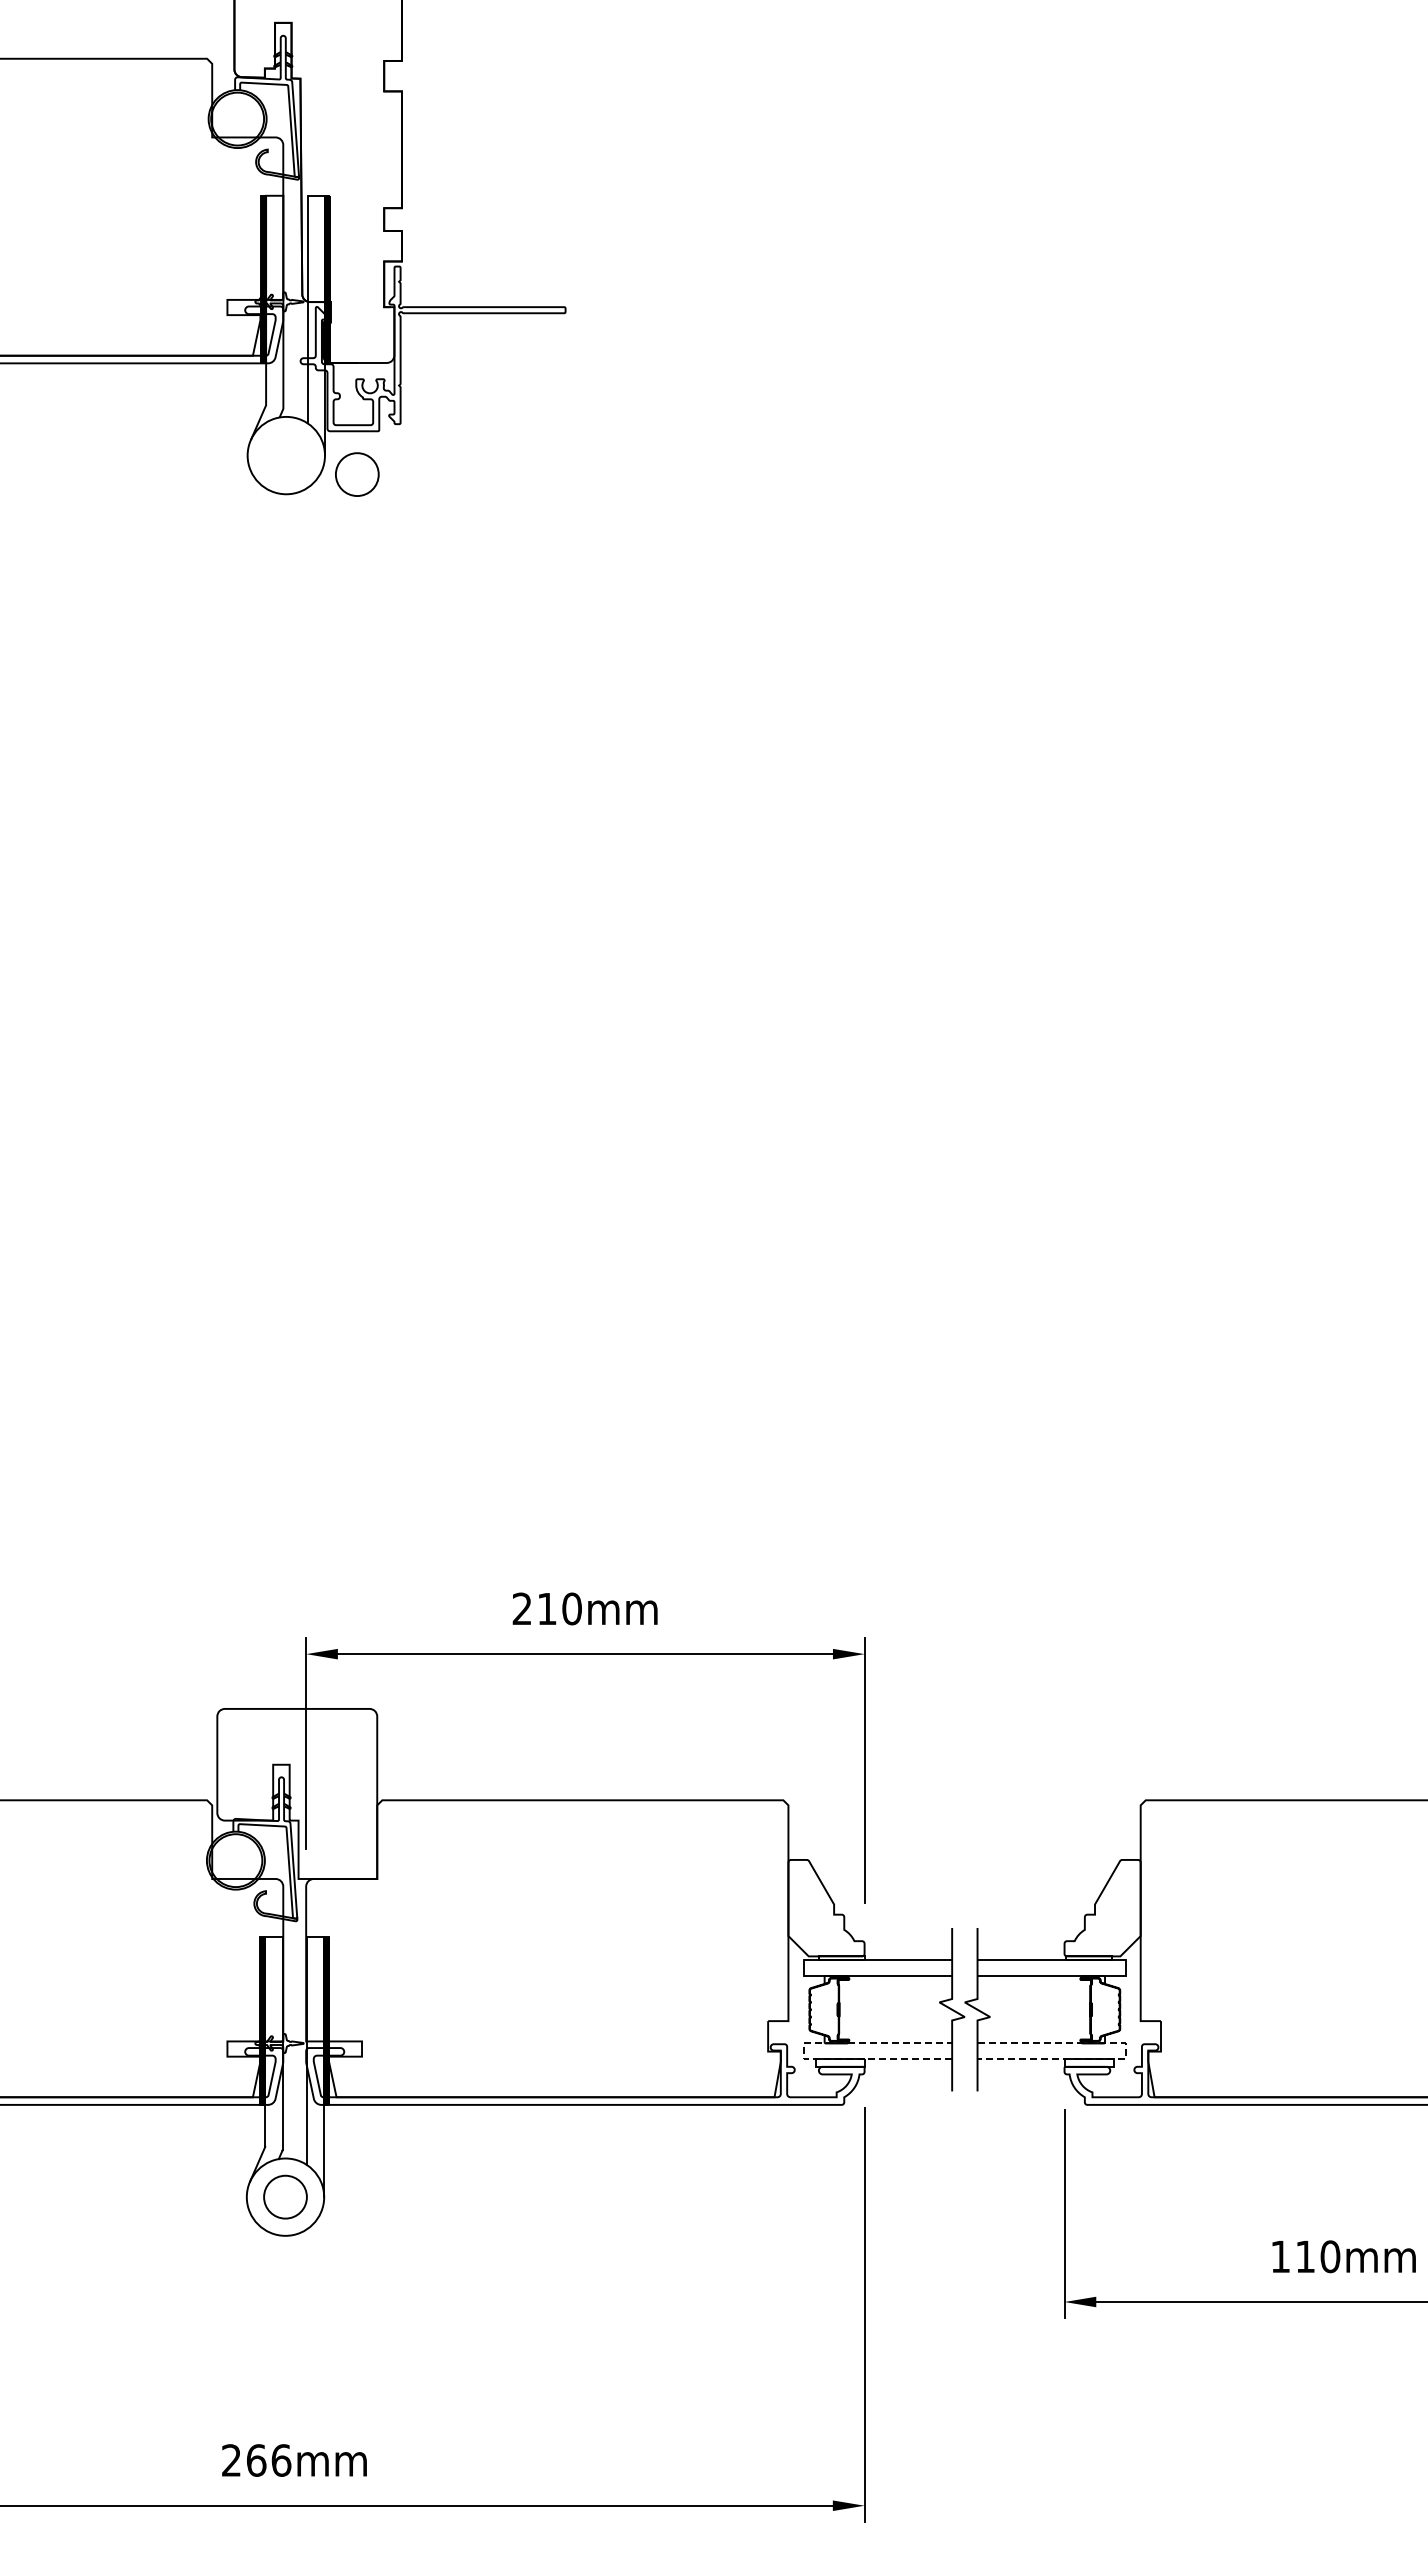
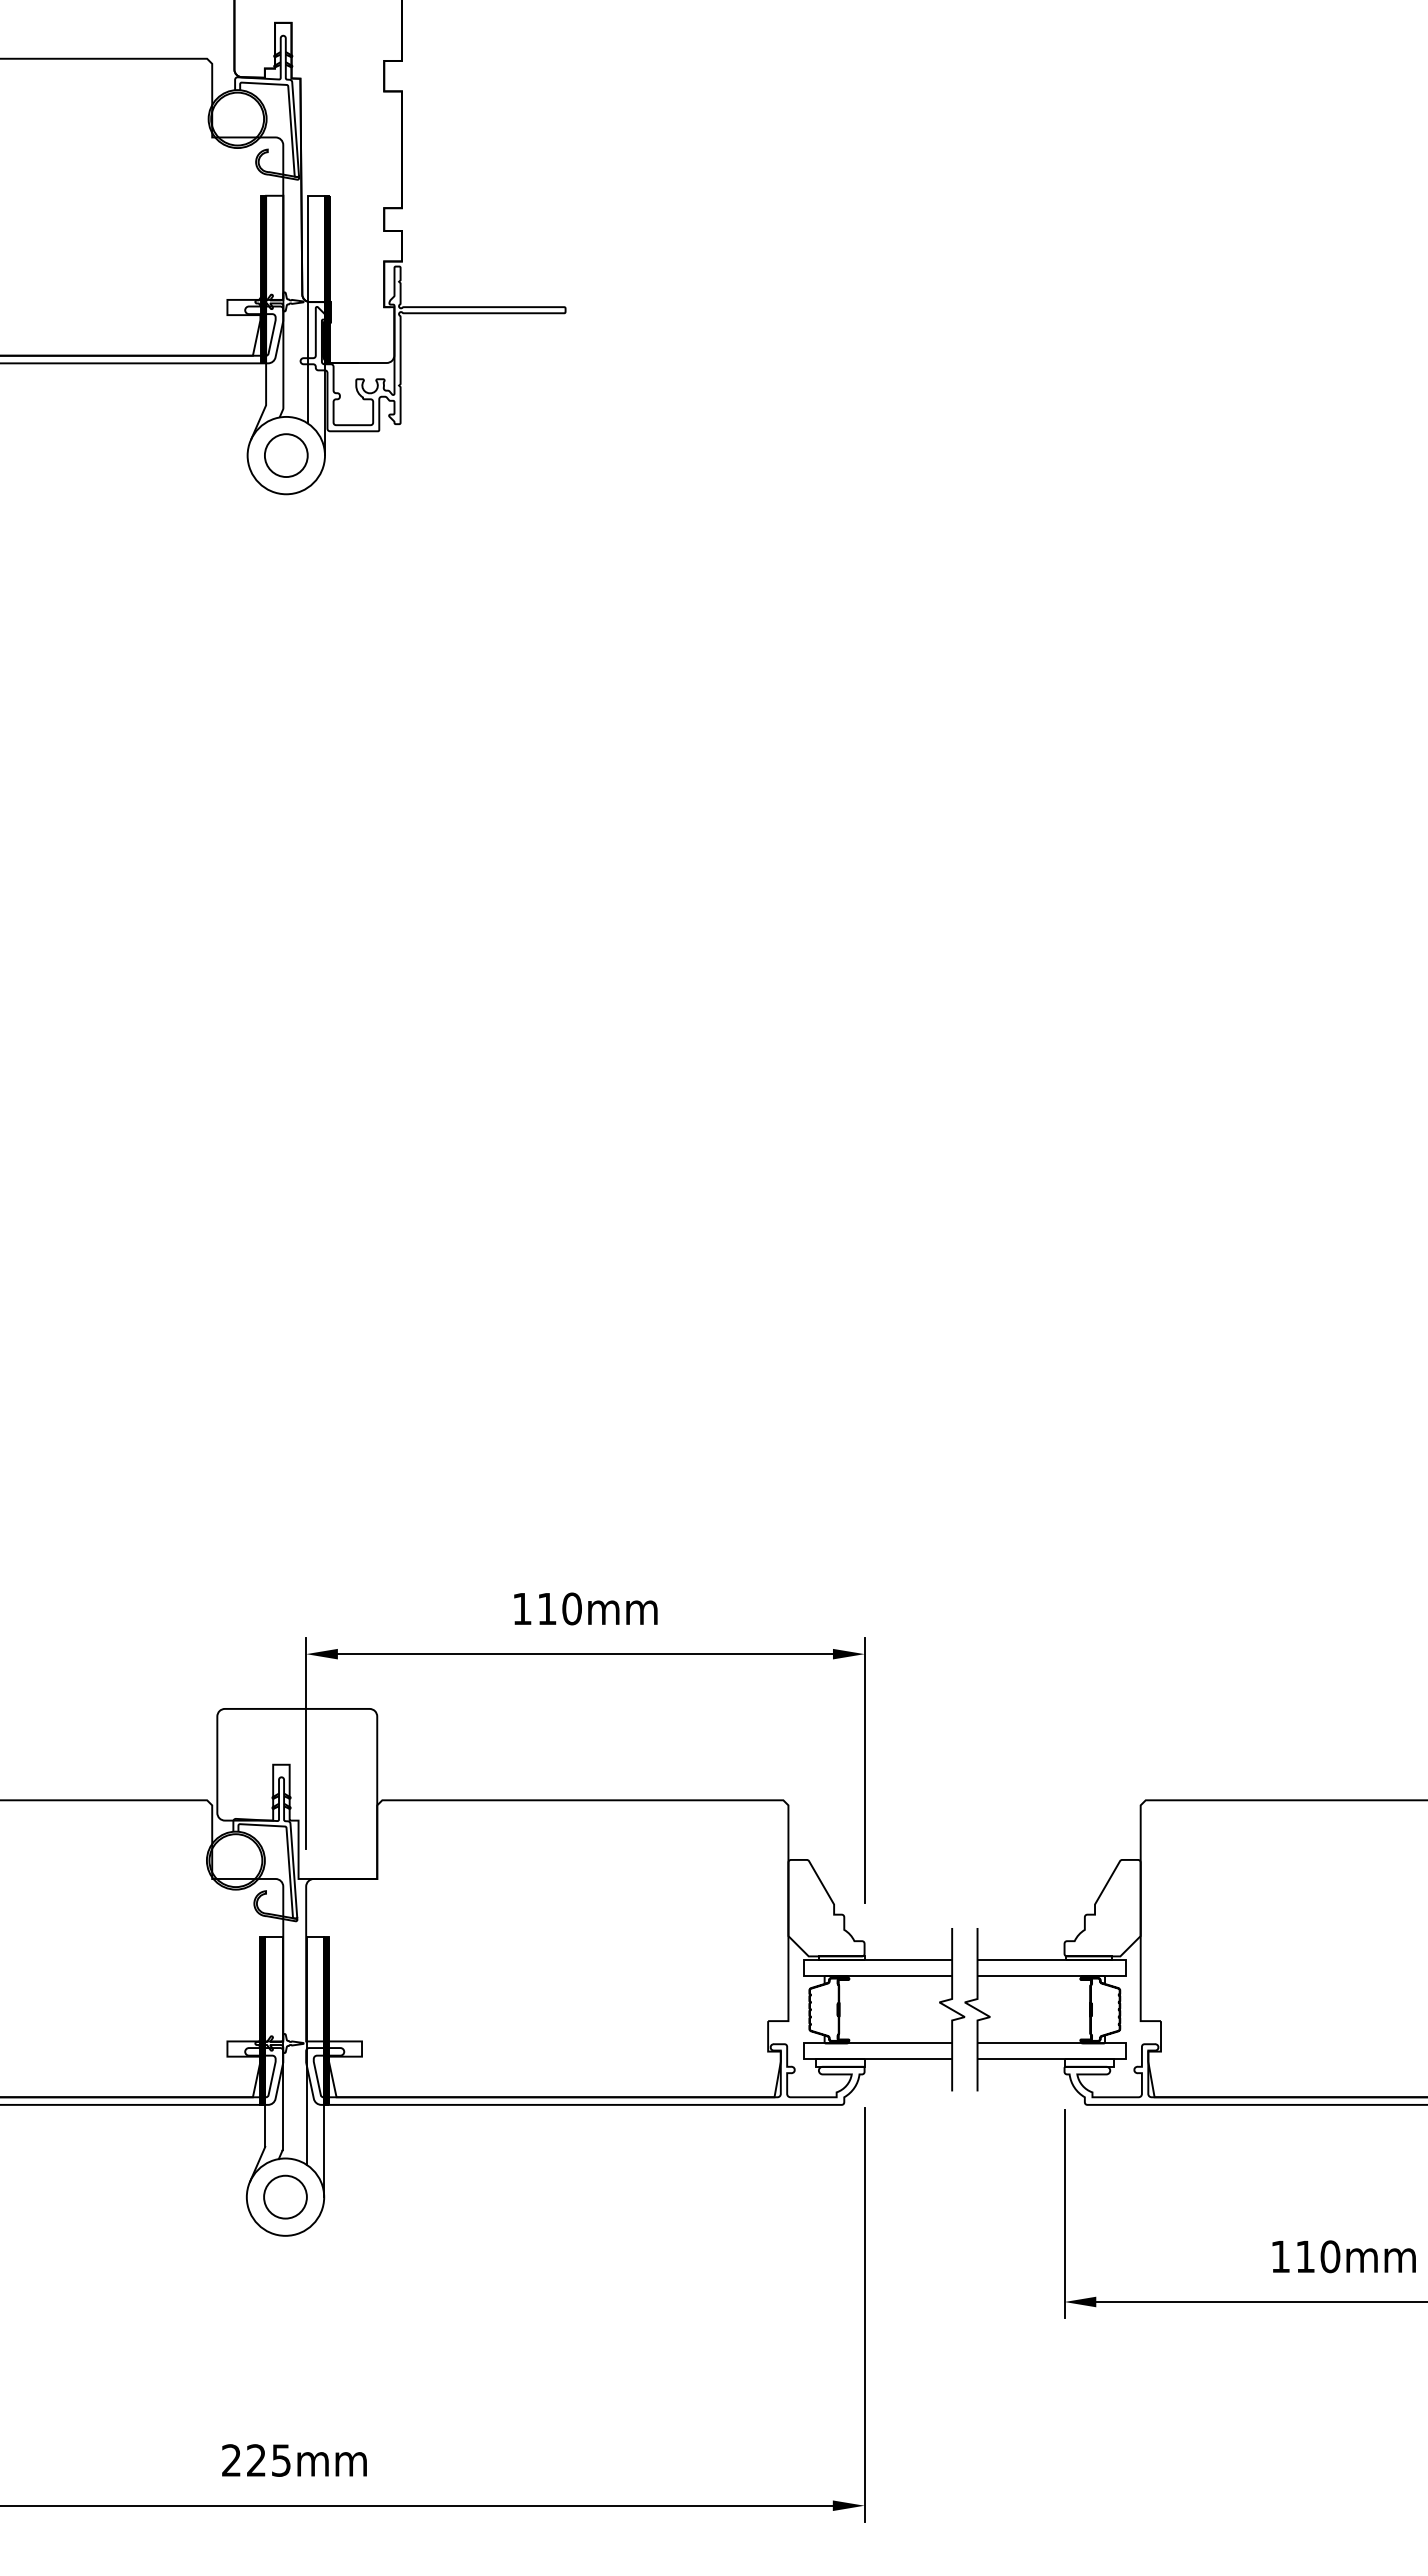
circle at (357, 474) position: (357, 474) -> (286, 455)
text at (521, 1608): 210mm -> 110mm
line at (803, 2051): dashed -> solid
line at (1126, 2051): dashed -> solid
text at (269, 2460): 266mm -> 225mm
